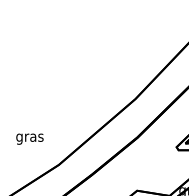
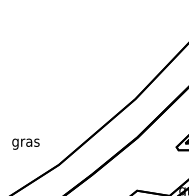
text at (29, 138) position: (29, 138) -> (25, 143)
